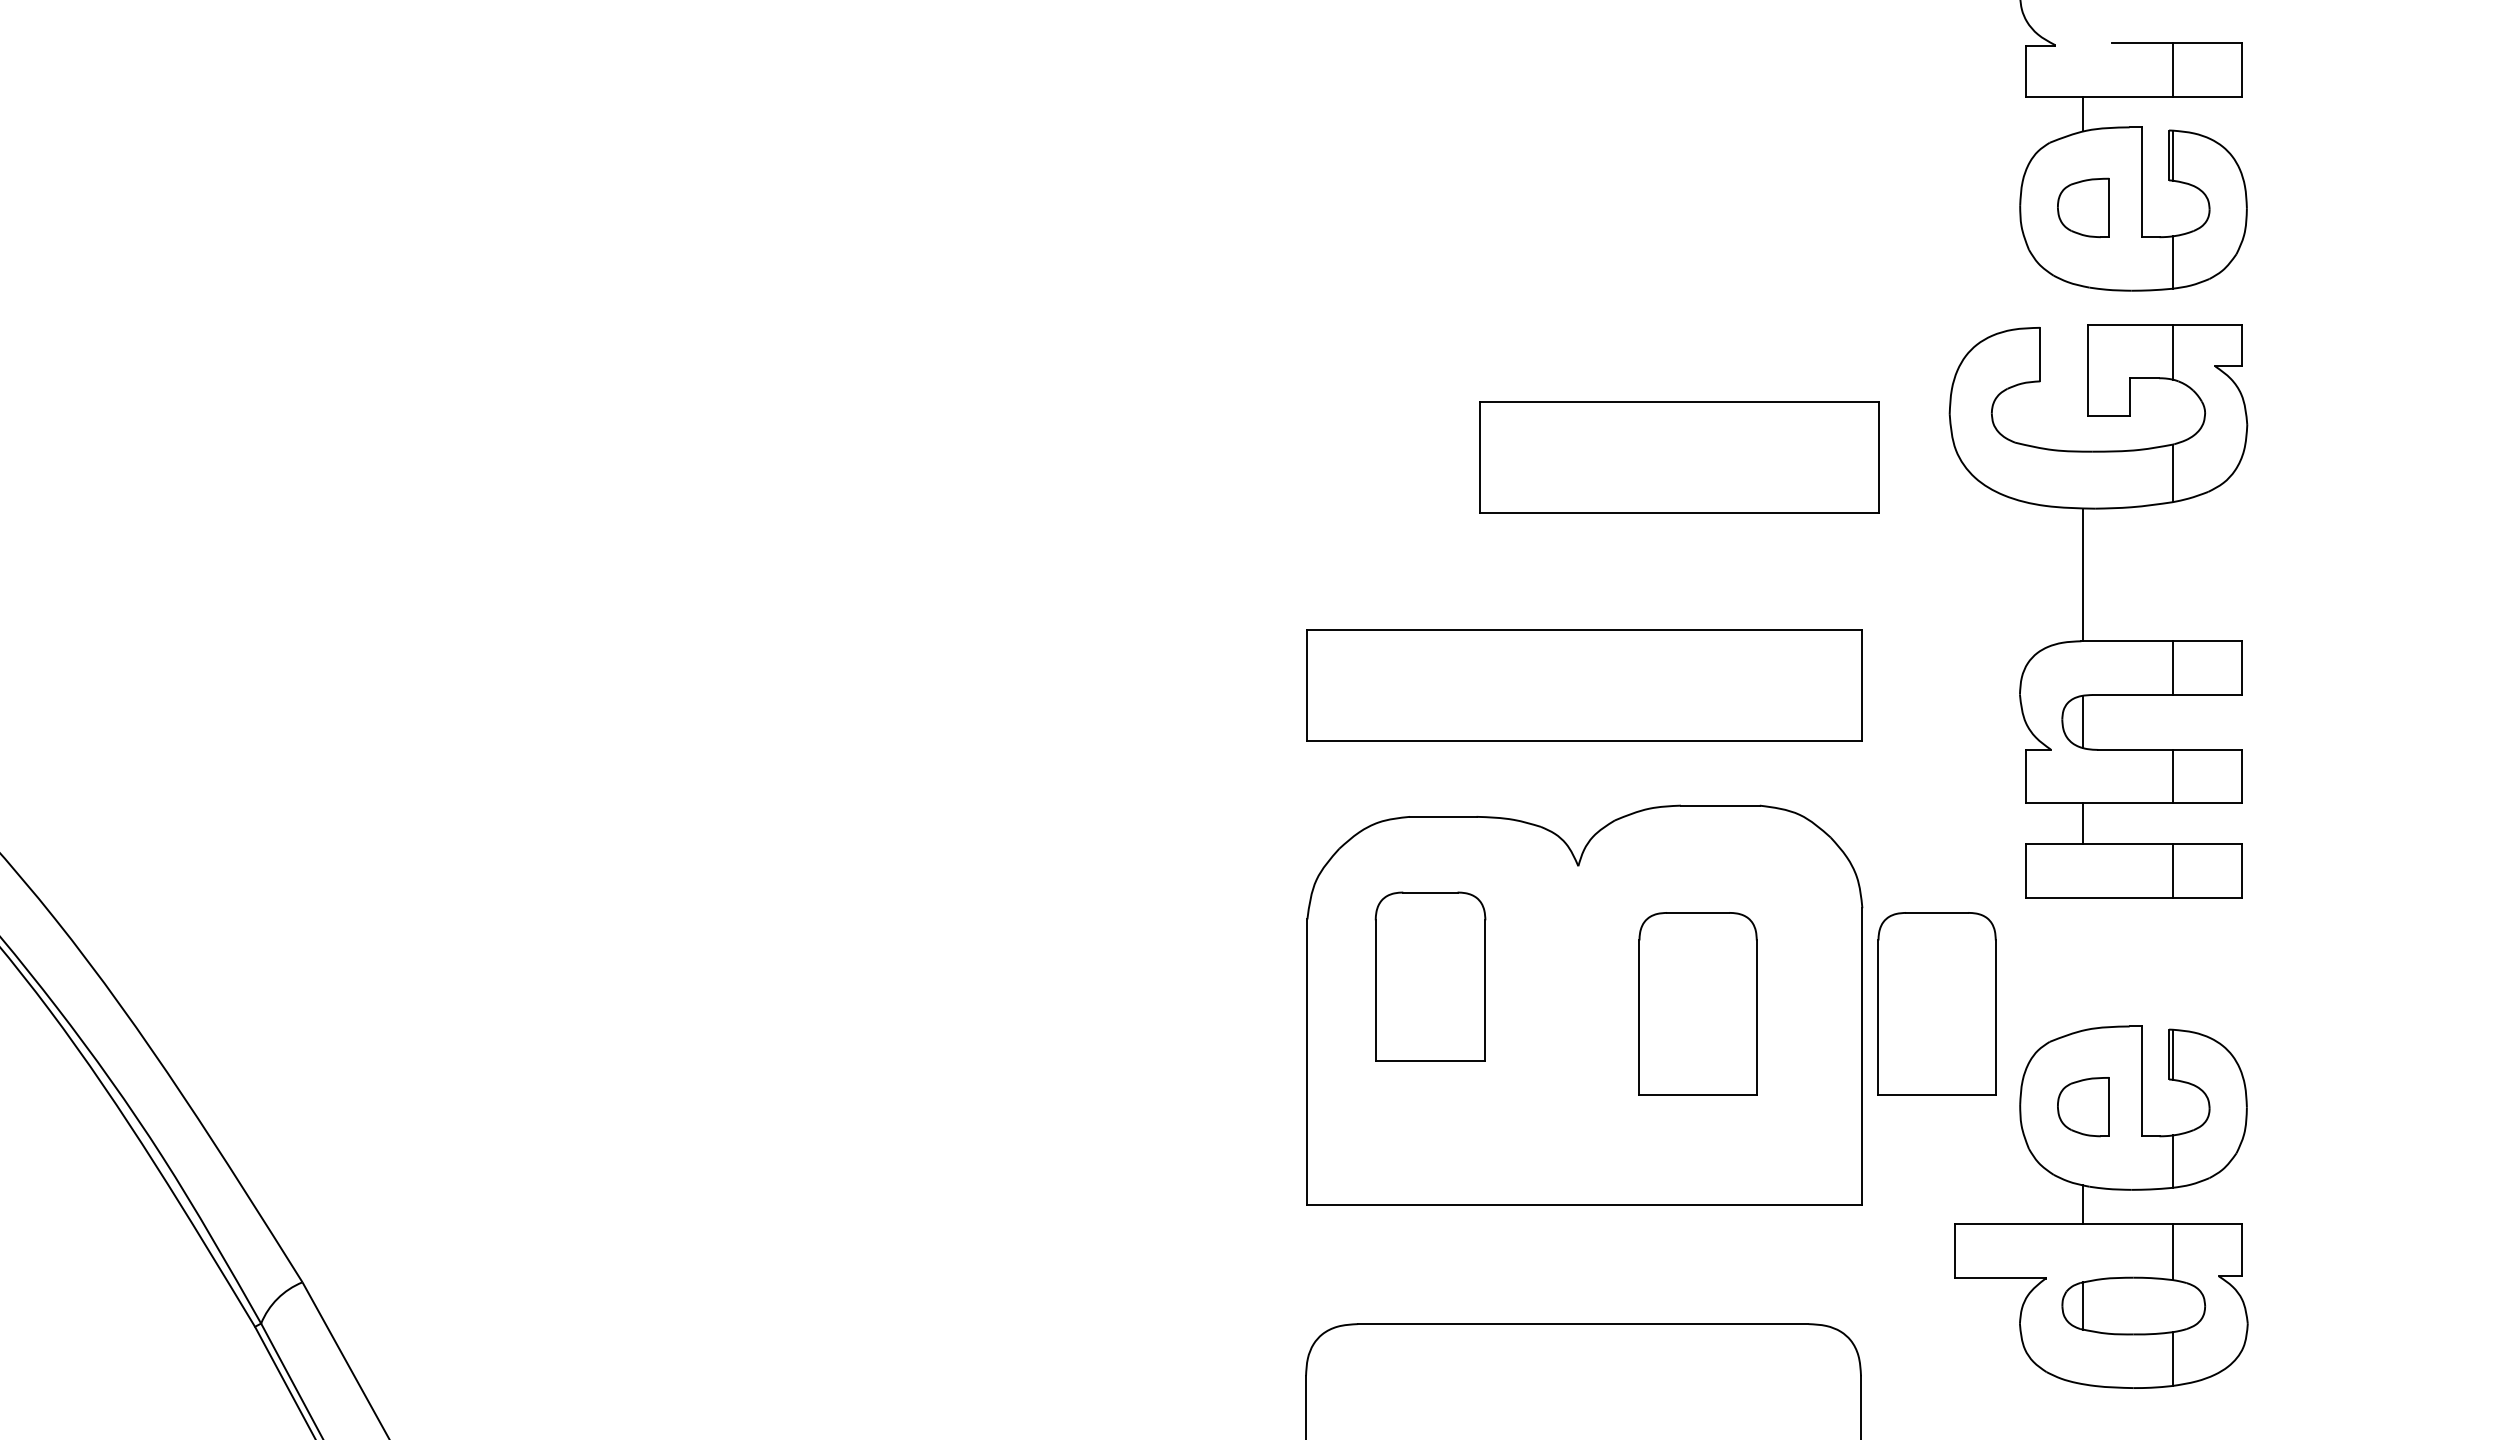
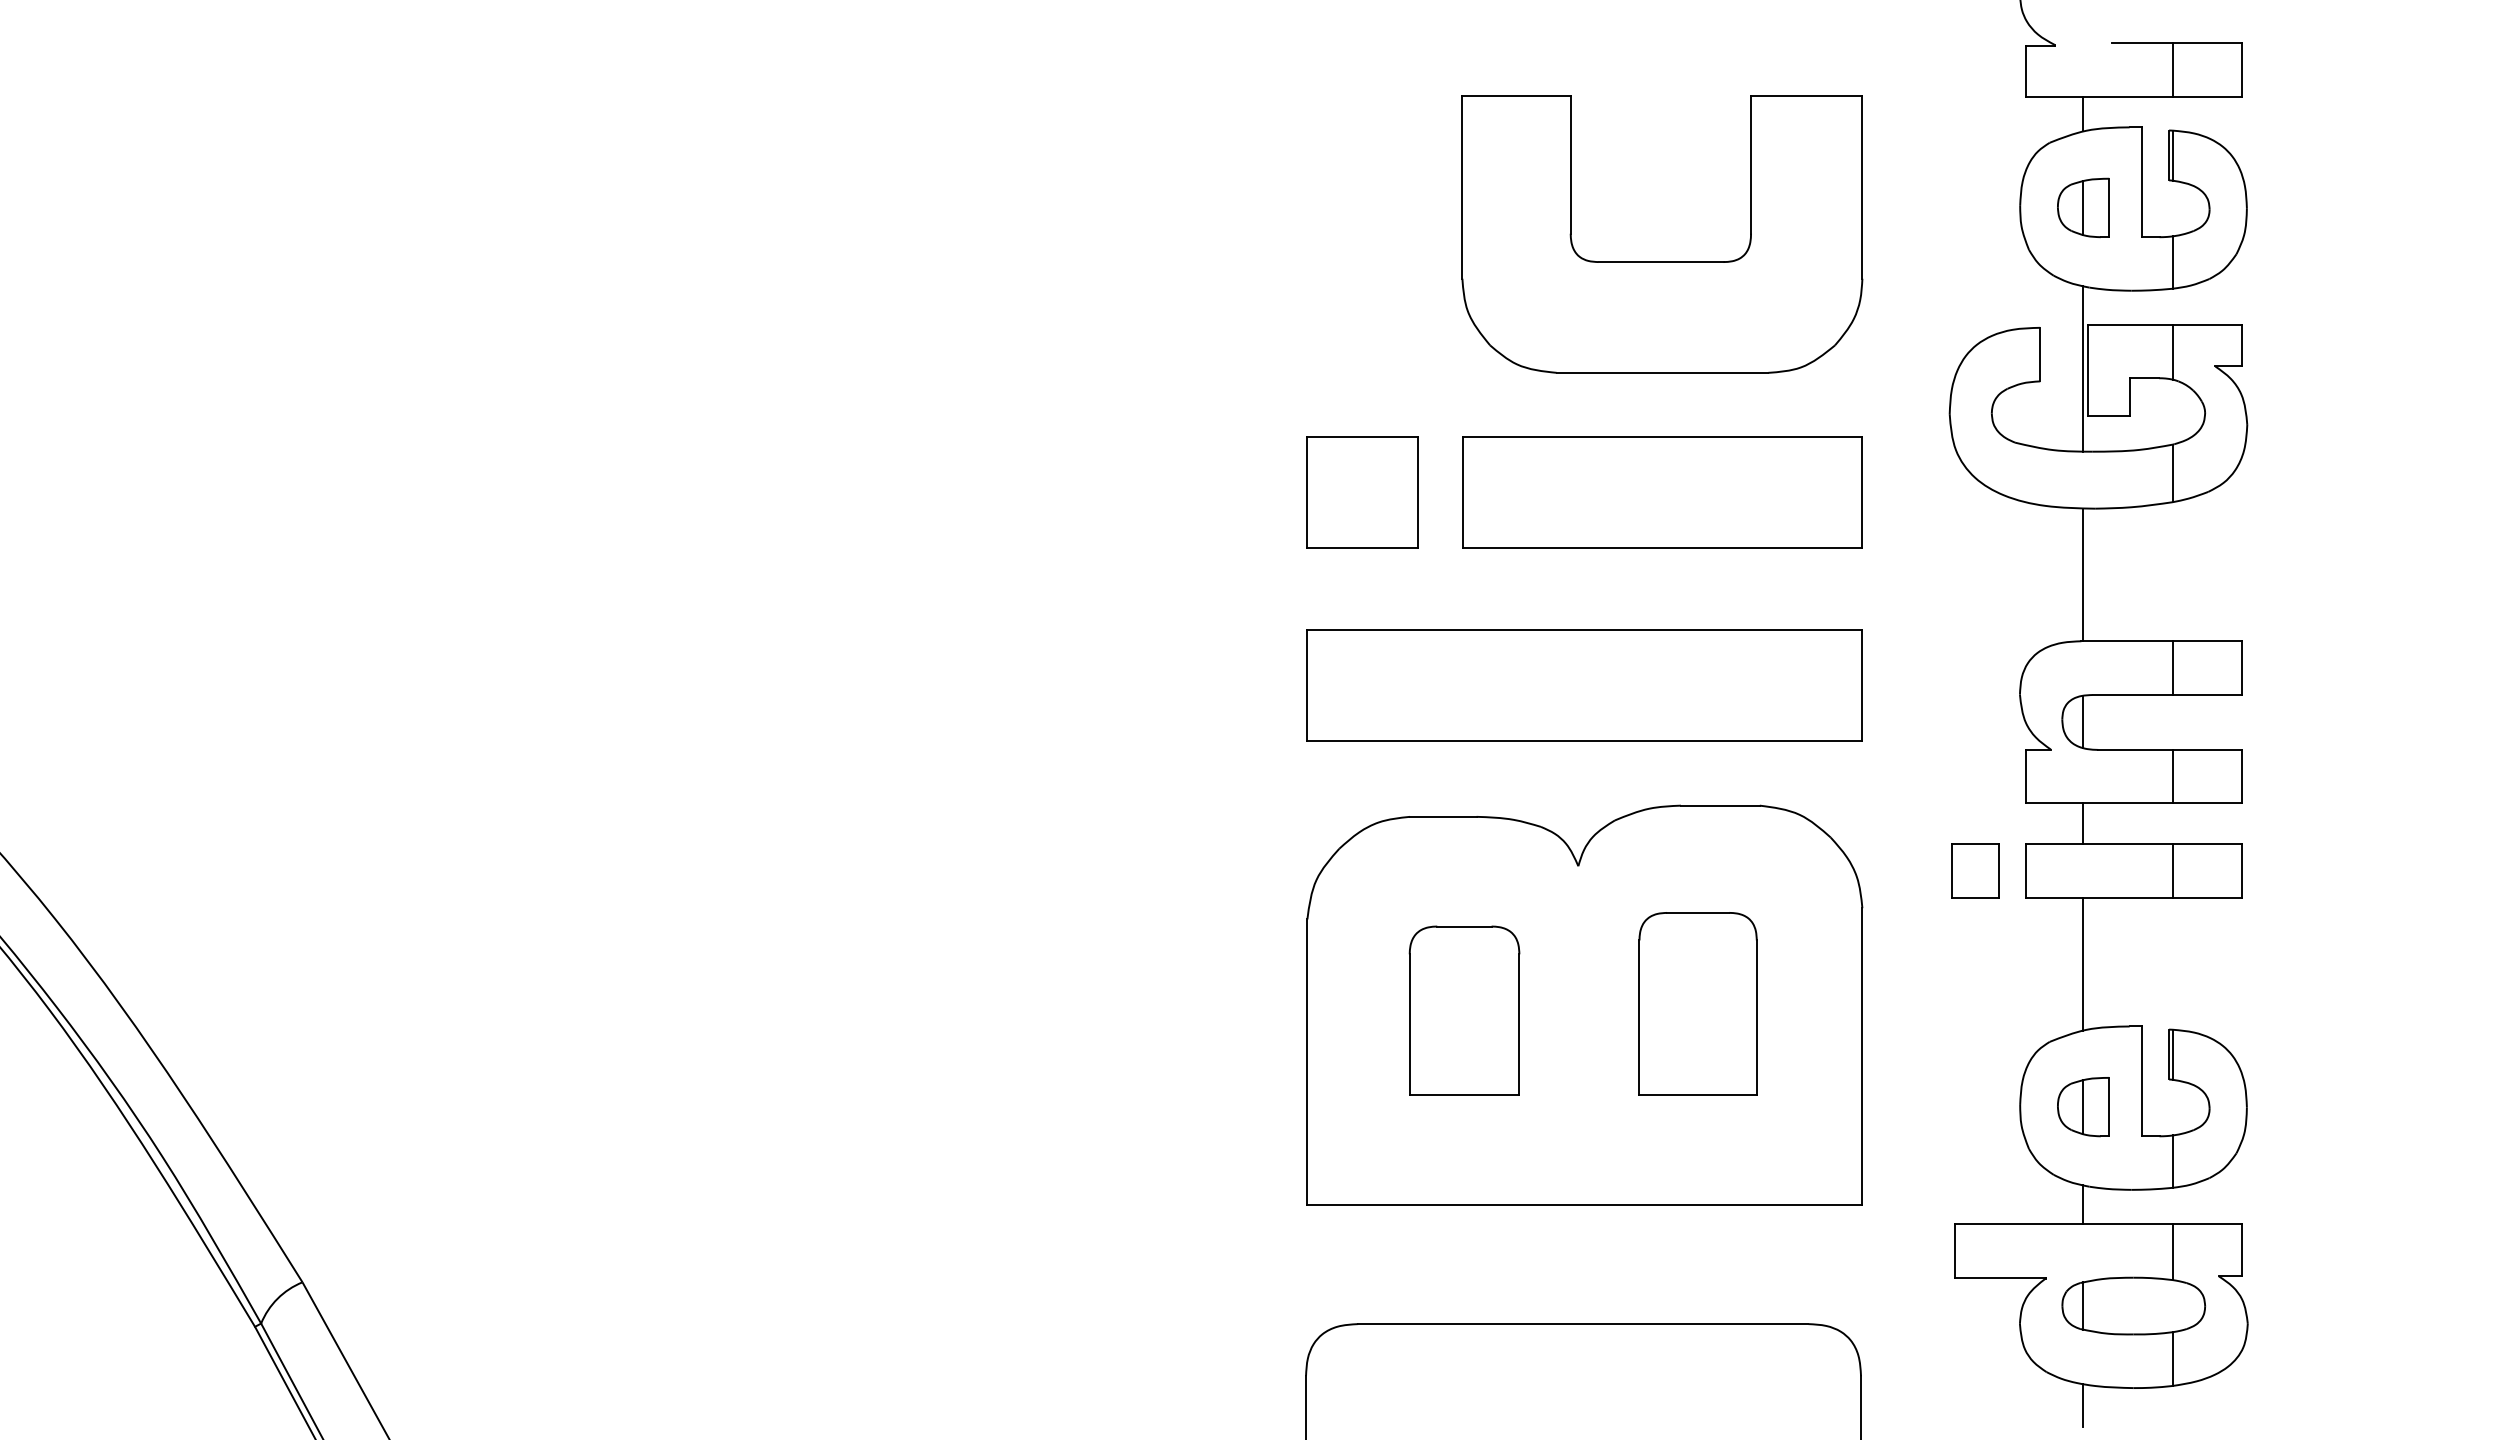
line at (2082, 208): none -> present
part at (1662, 261): none -> present
line at (2082, 368): none -> present
part at (1679, 457) position: (1679, 457) -> (1662, 492)
part at (1362, 492): none -> present
part at (1975, 870): none -> present
line at (2082, 963): none -> present
part at (1430, 976) position: (1430, 976) -> (1464, 1010)
part at (1936, 1003): present -> none
line at (2082, 1107): none -> present
line at (2082, 1405): none -> present
